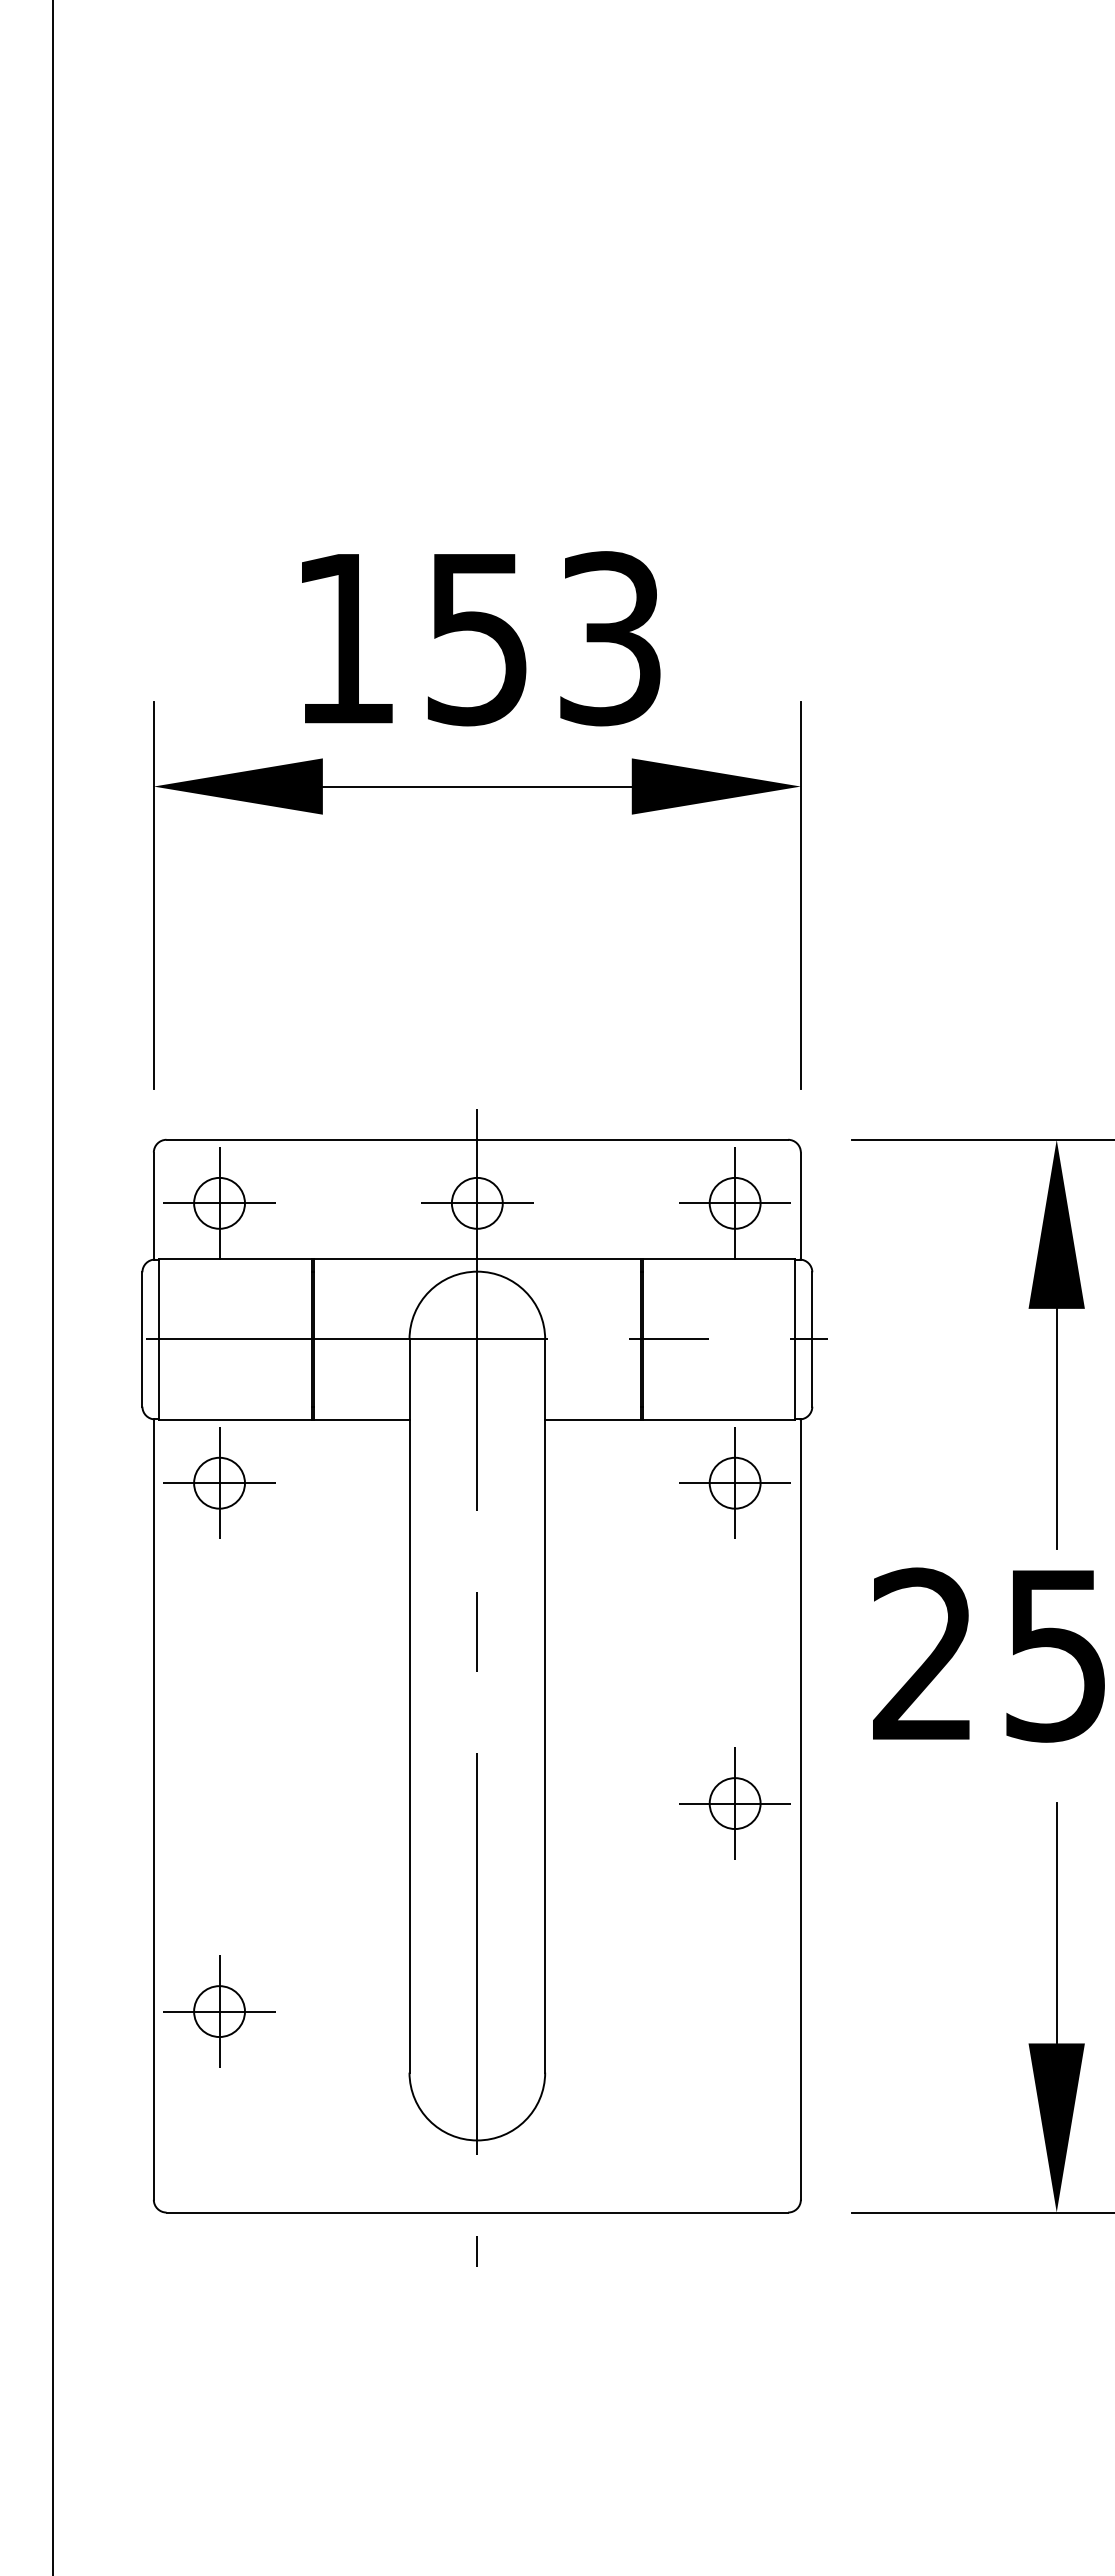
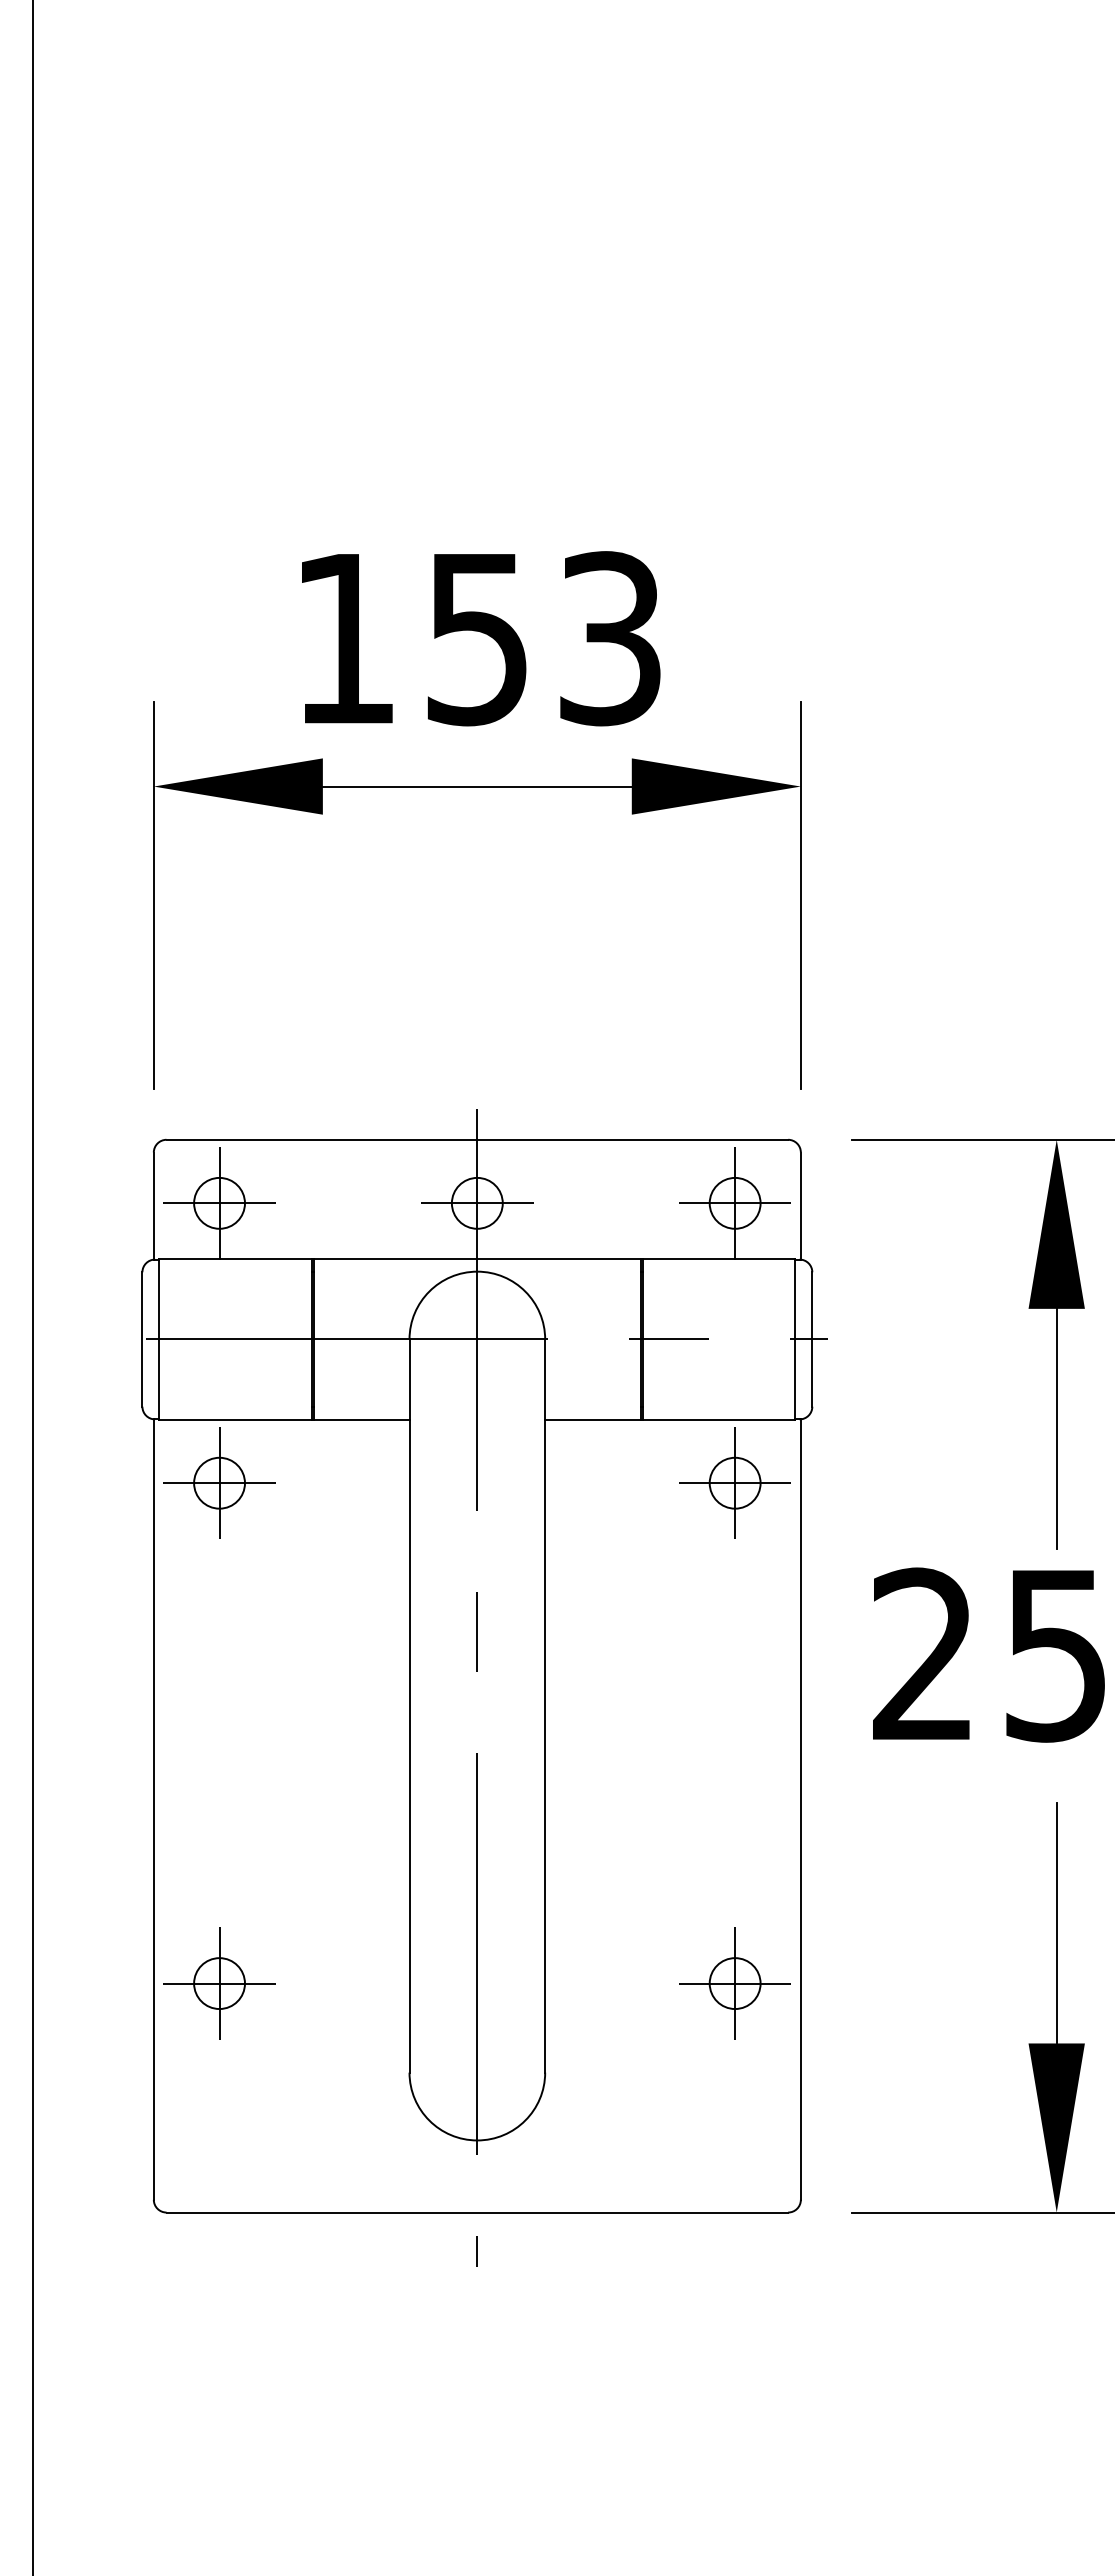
line at (53, 1287) position: (53, 1287) -> (33, 1287)
part at (734, 1803) position: (734, 1803) -> (734, 1983)
part at (219, 2011) position: (219, 2011) -> (219, 1983)
